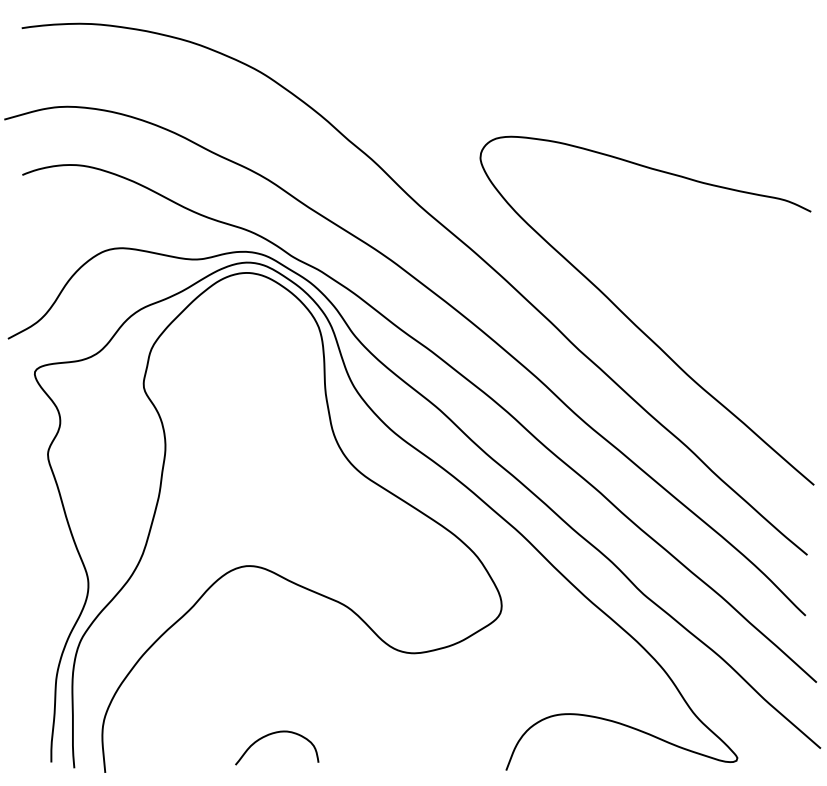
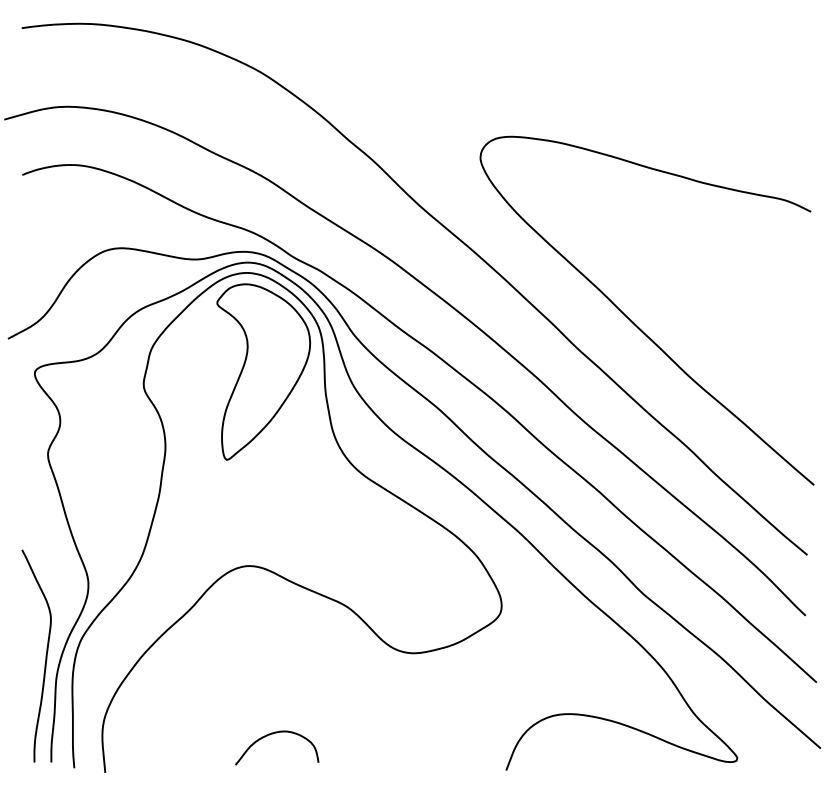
part at (263, 371): none -> present
curve at (45, 655): none -> present
